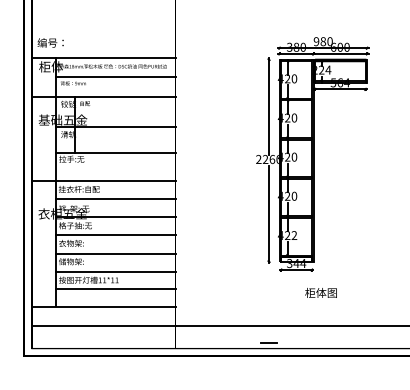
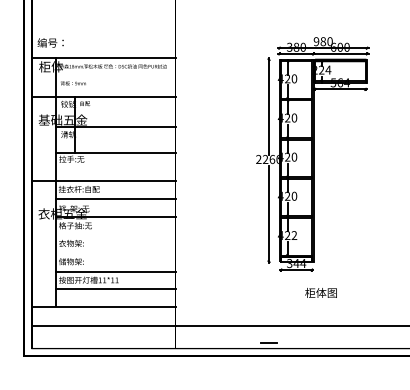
line at (115, 76): present -> none
line at (115, 235): present -> none
line at (115, 253): present -> none
